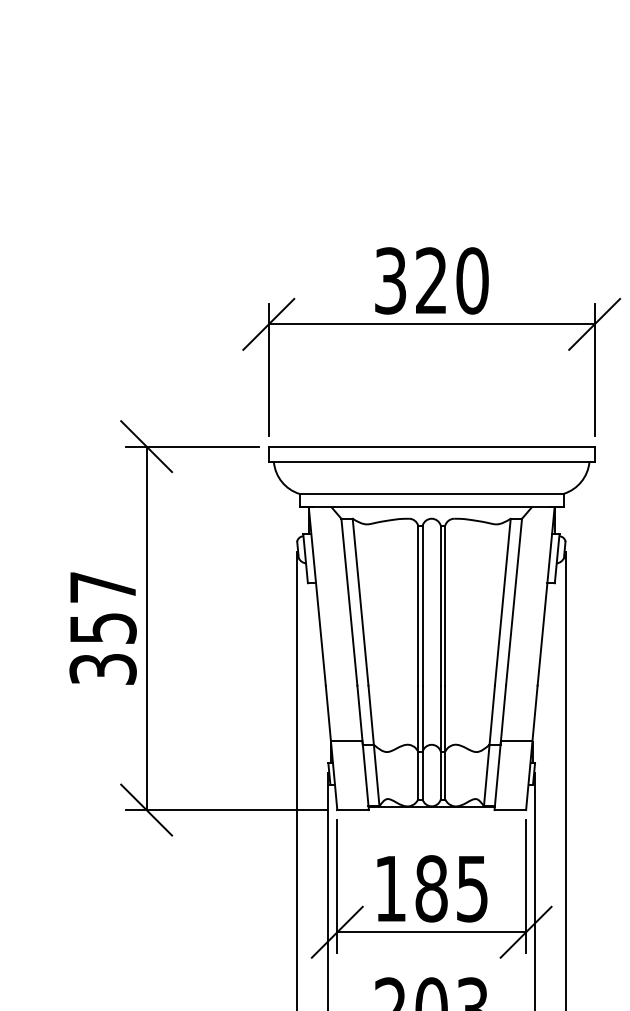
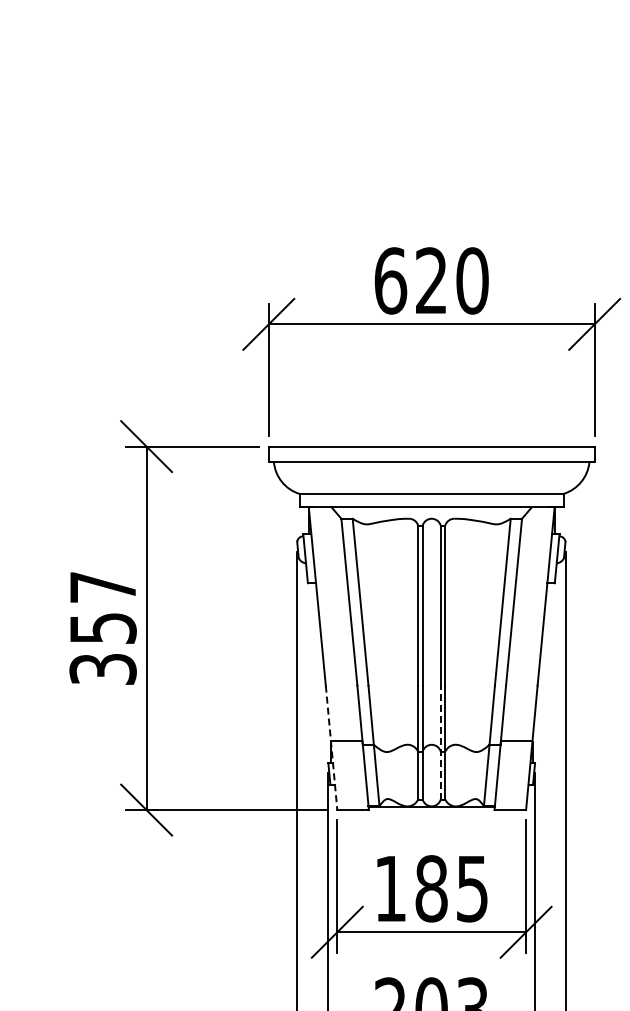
text at (390, 280): 320 -> 620
line at (440, 742): solid -> dashed
line at (331, 748): solid -> dashed
